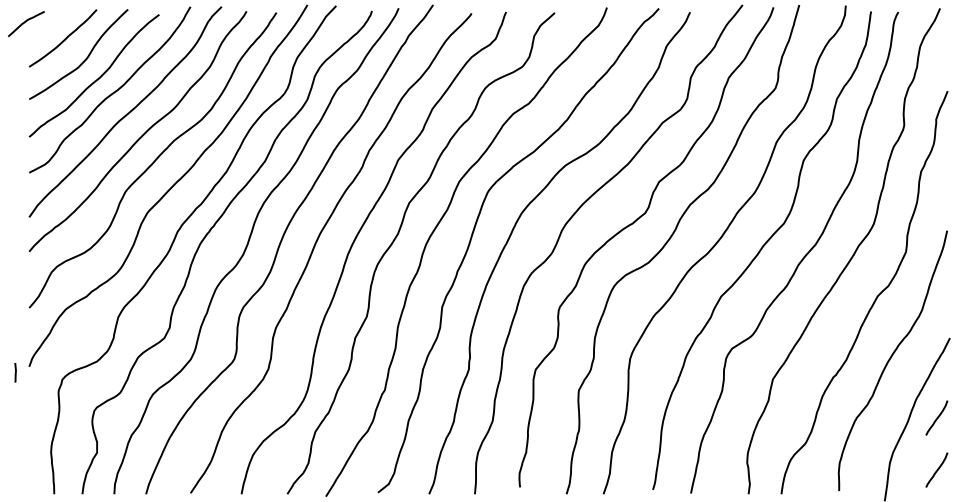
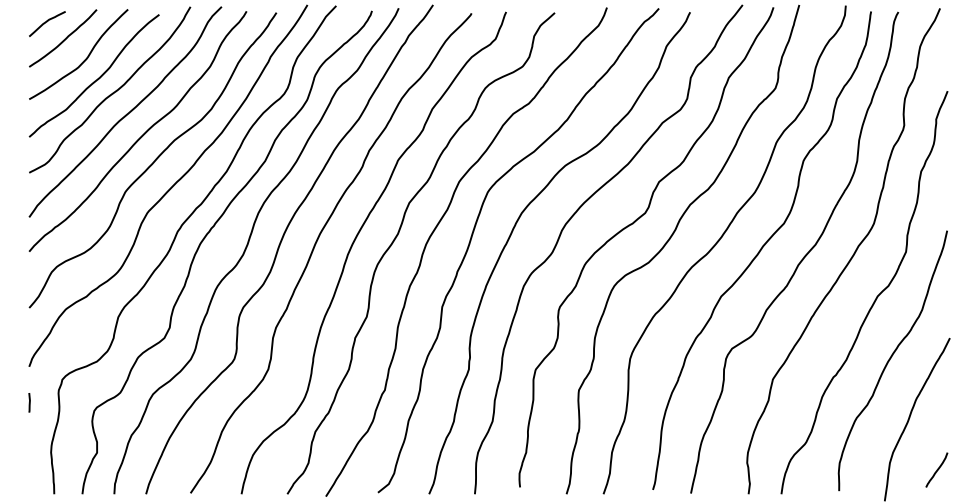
curve at (26, 22) position: (26, 22) -> (47, 22)
line at (15, 372) position: (15, 372) -> (29, 402)
curve at (936, 417): present -> none
